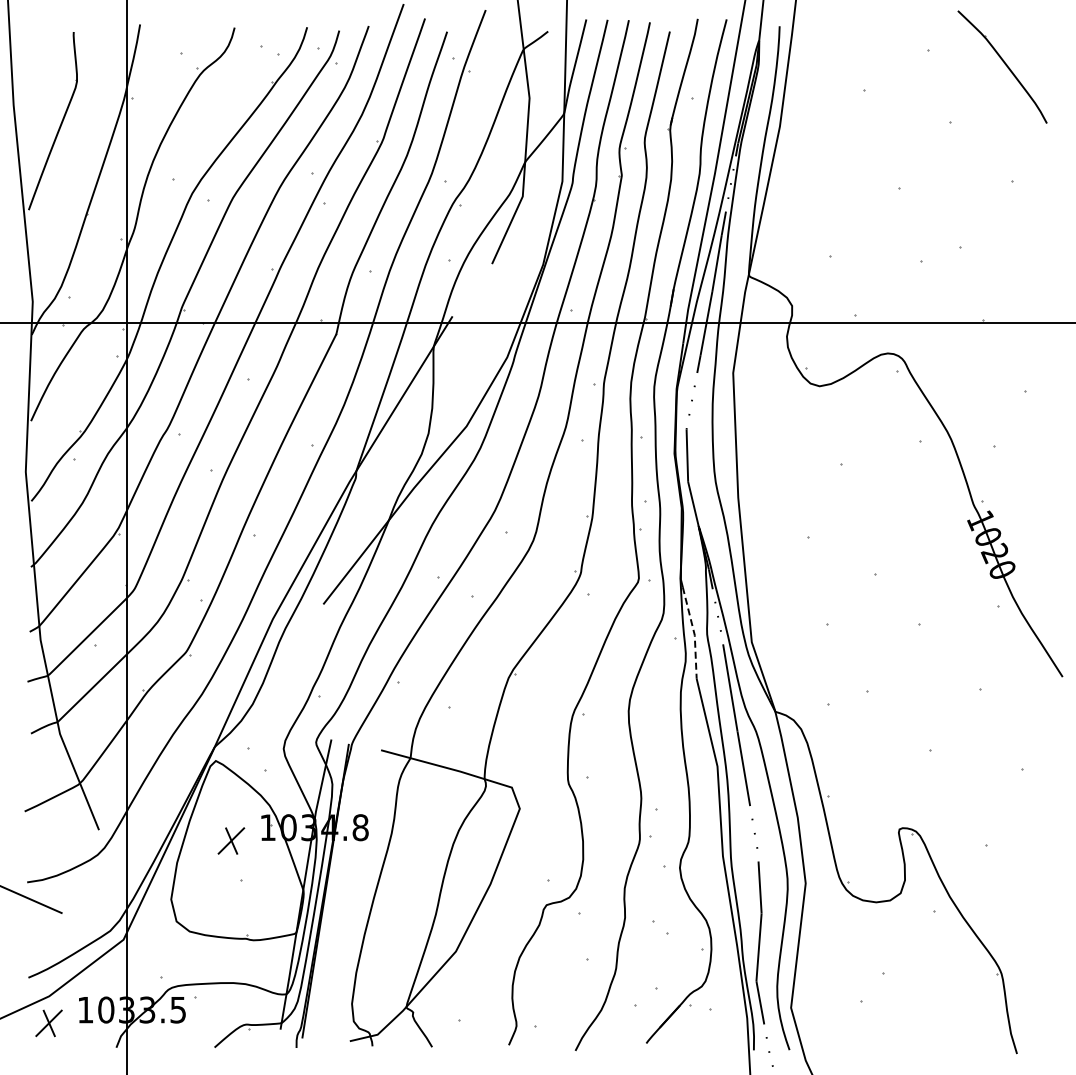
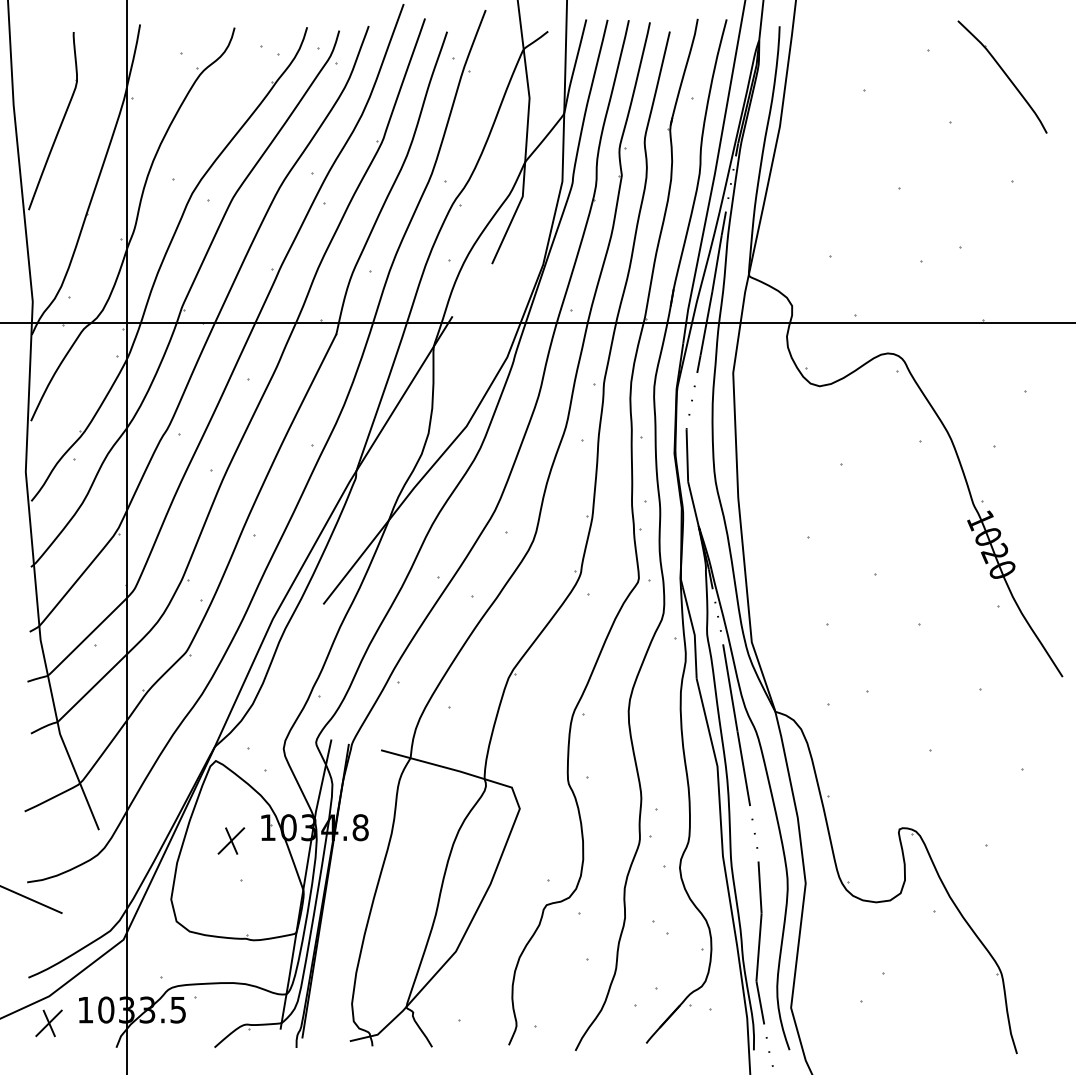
part at (1002, 66) position: (1002, 66) -> (1002, 76)
line at (694, 633): dashed -> solid
